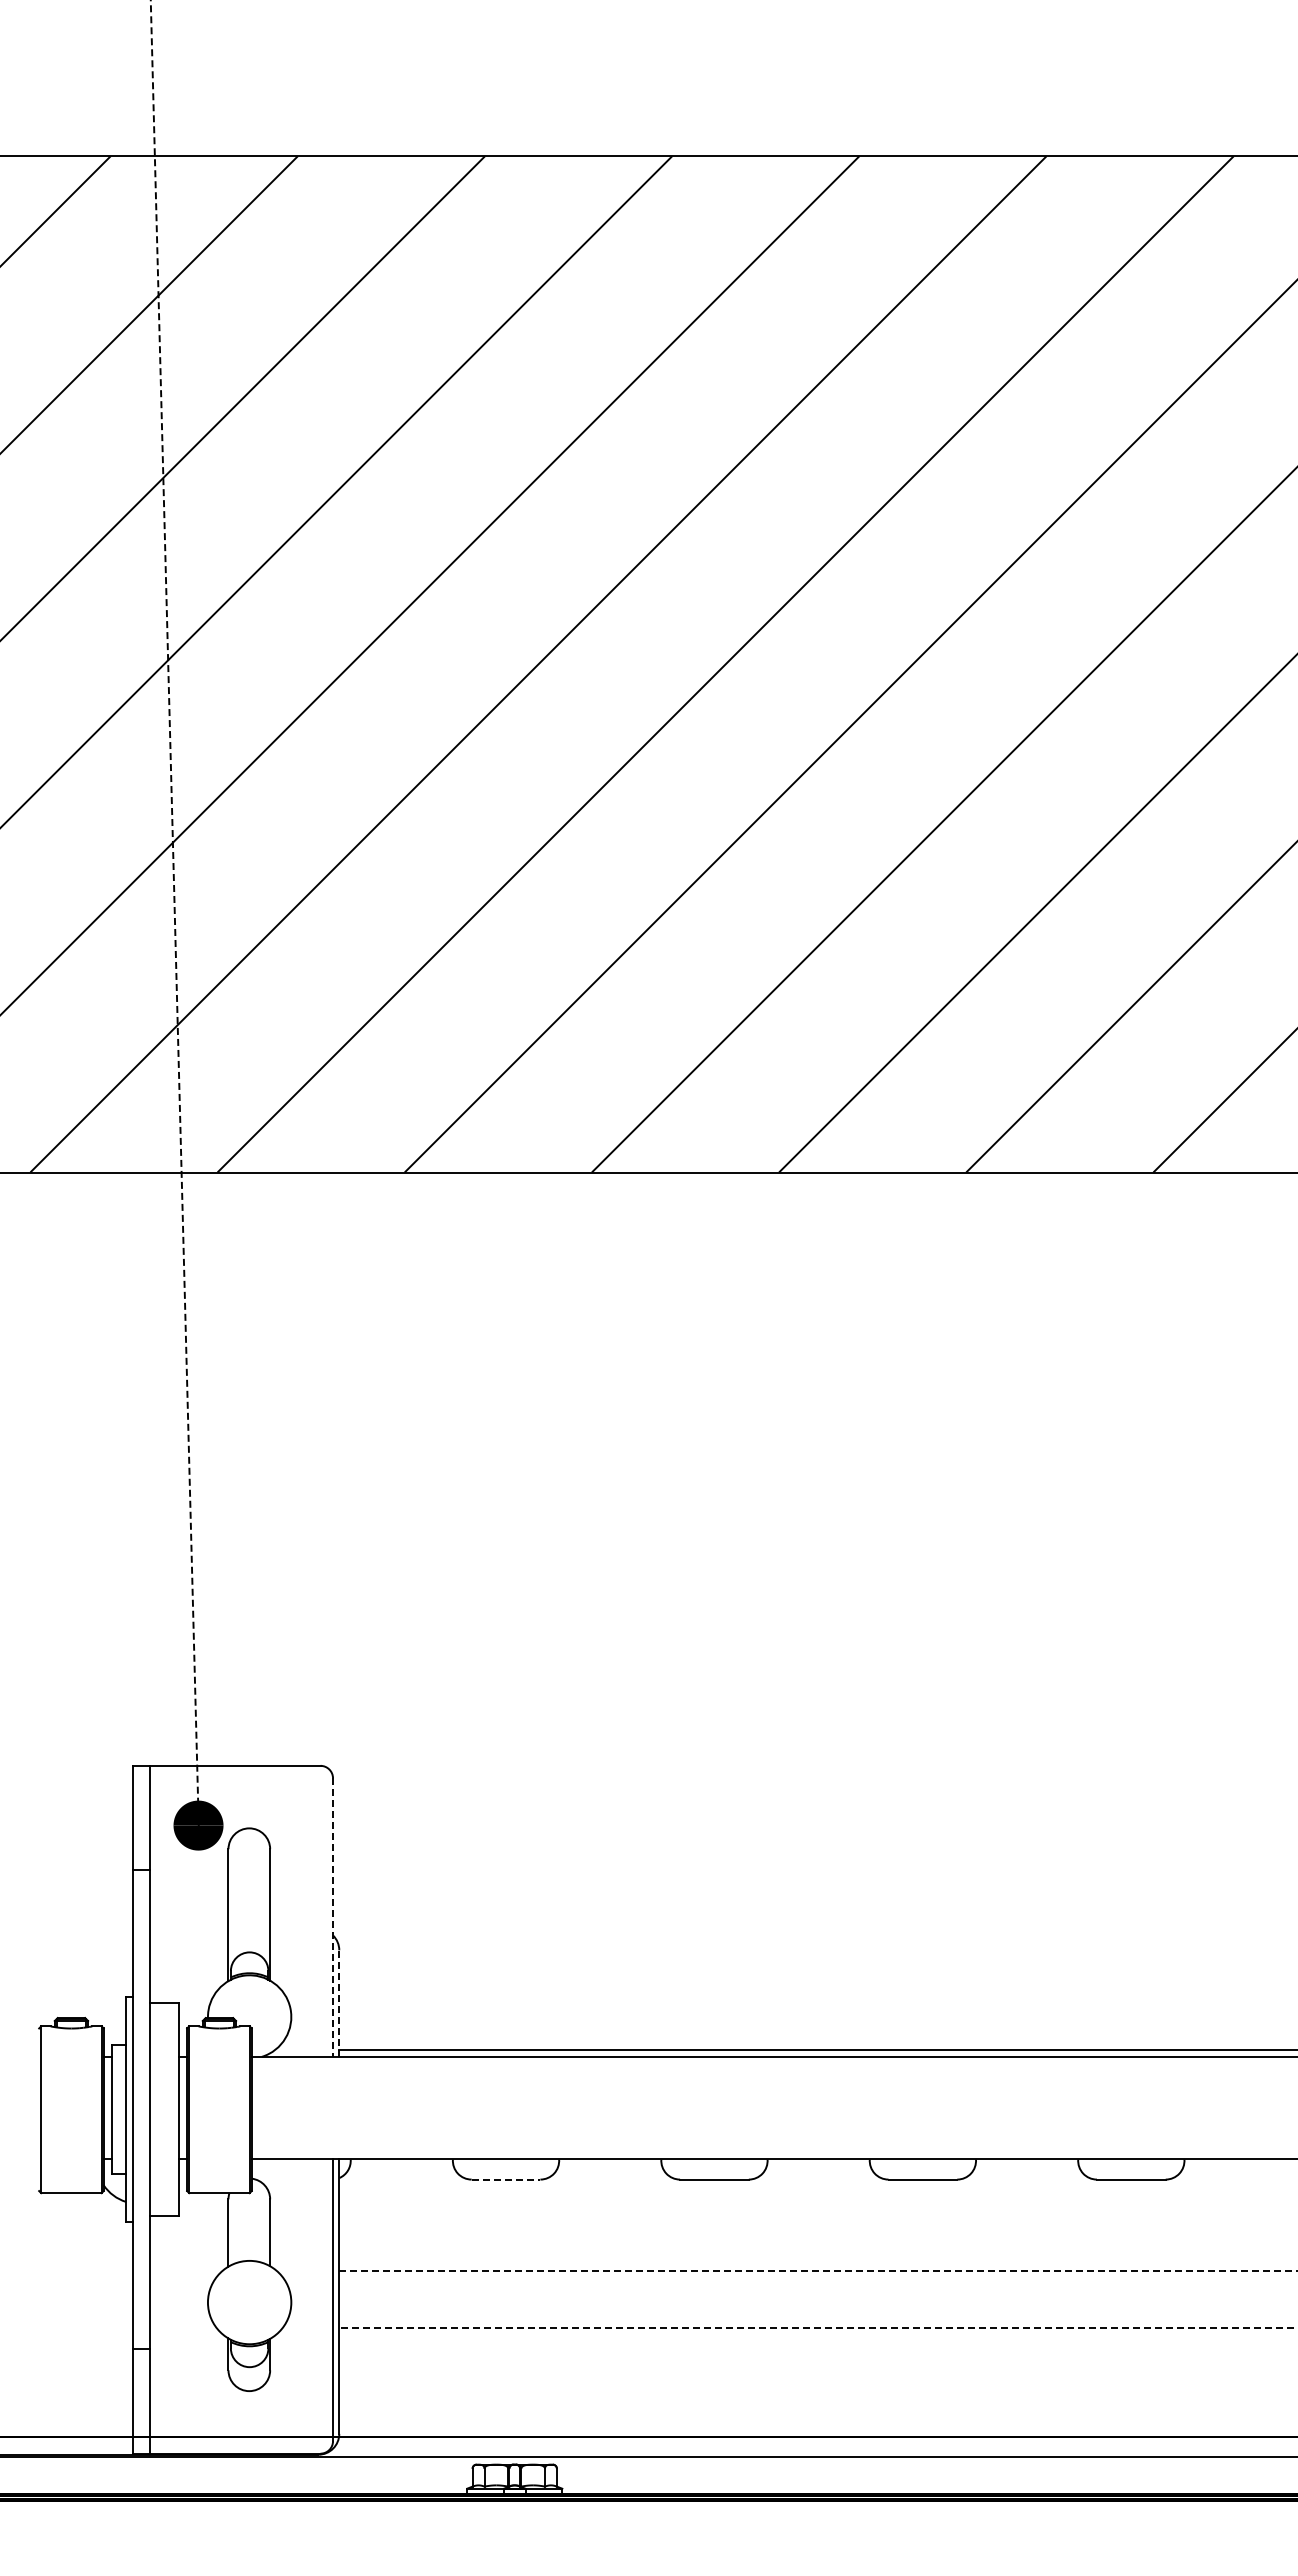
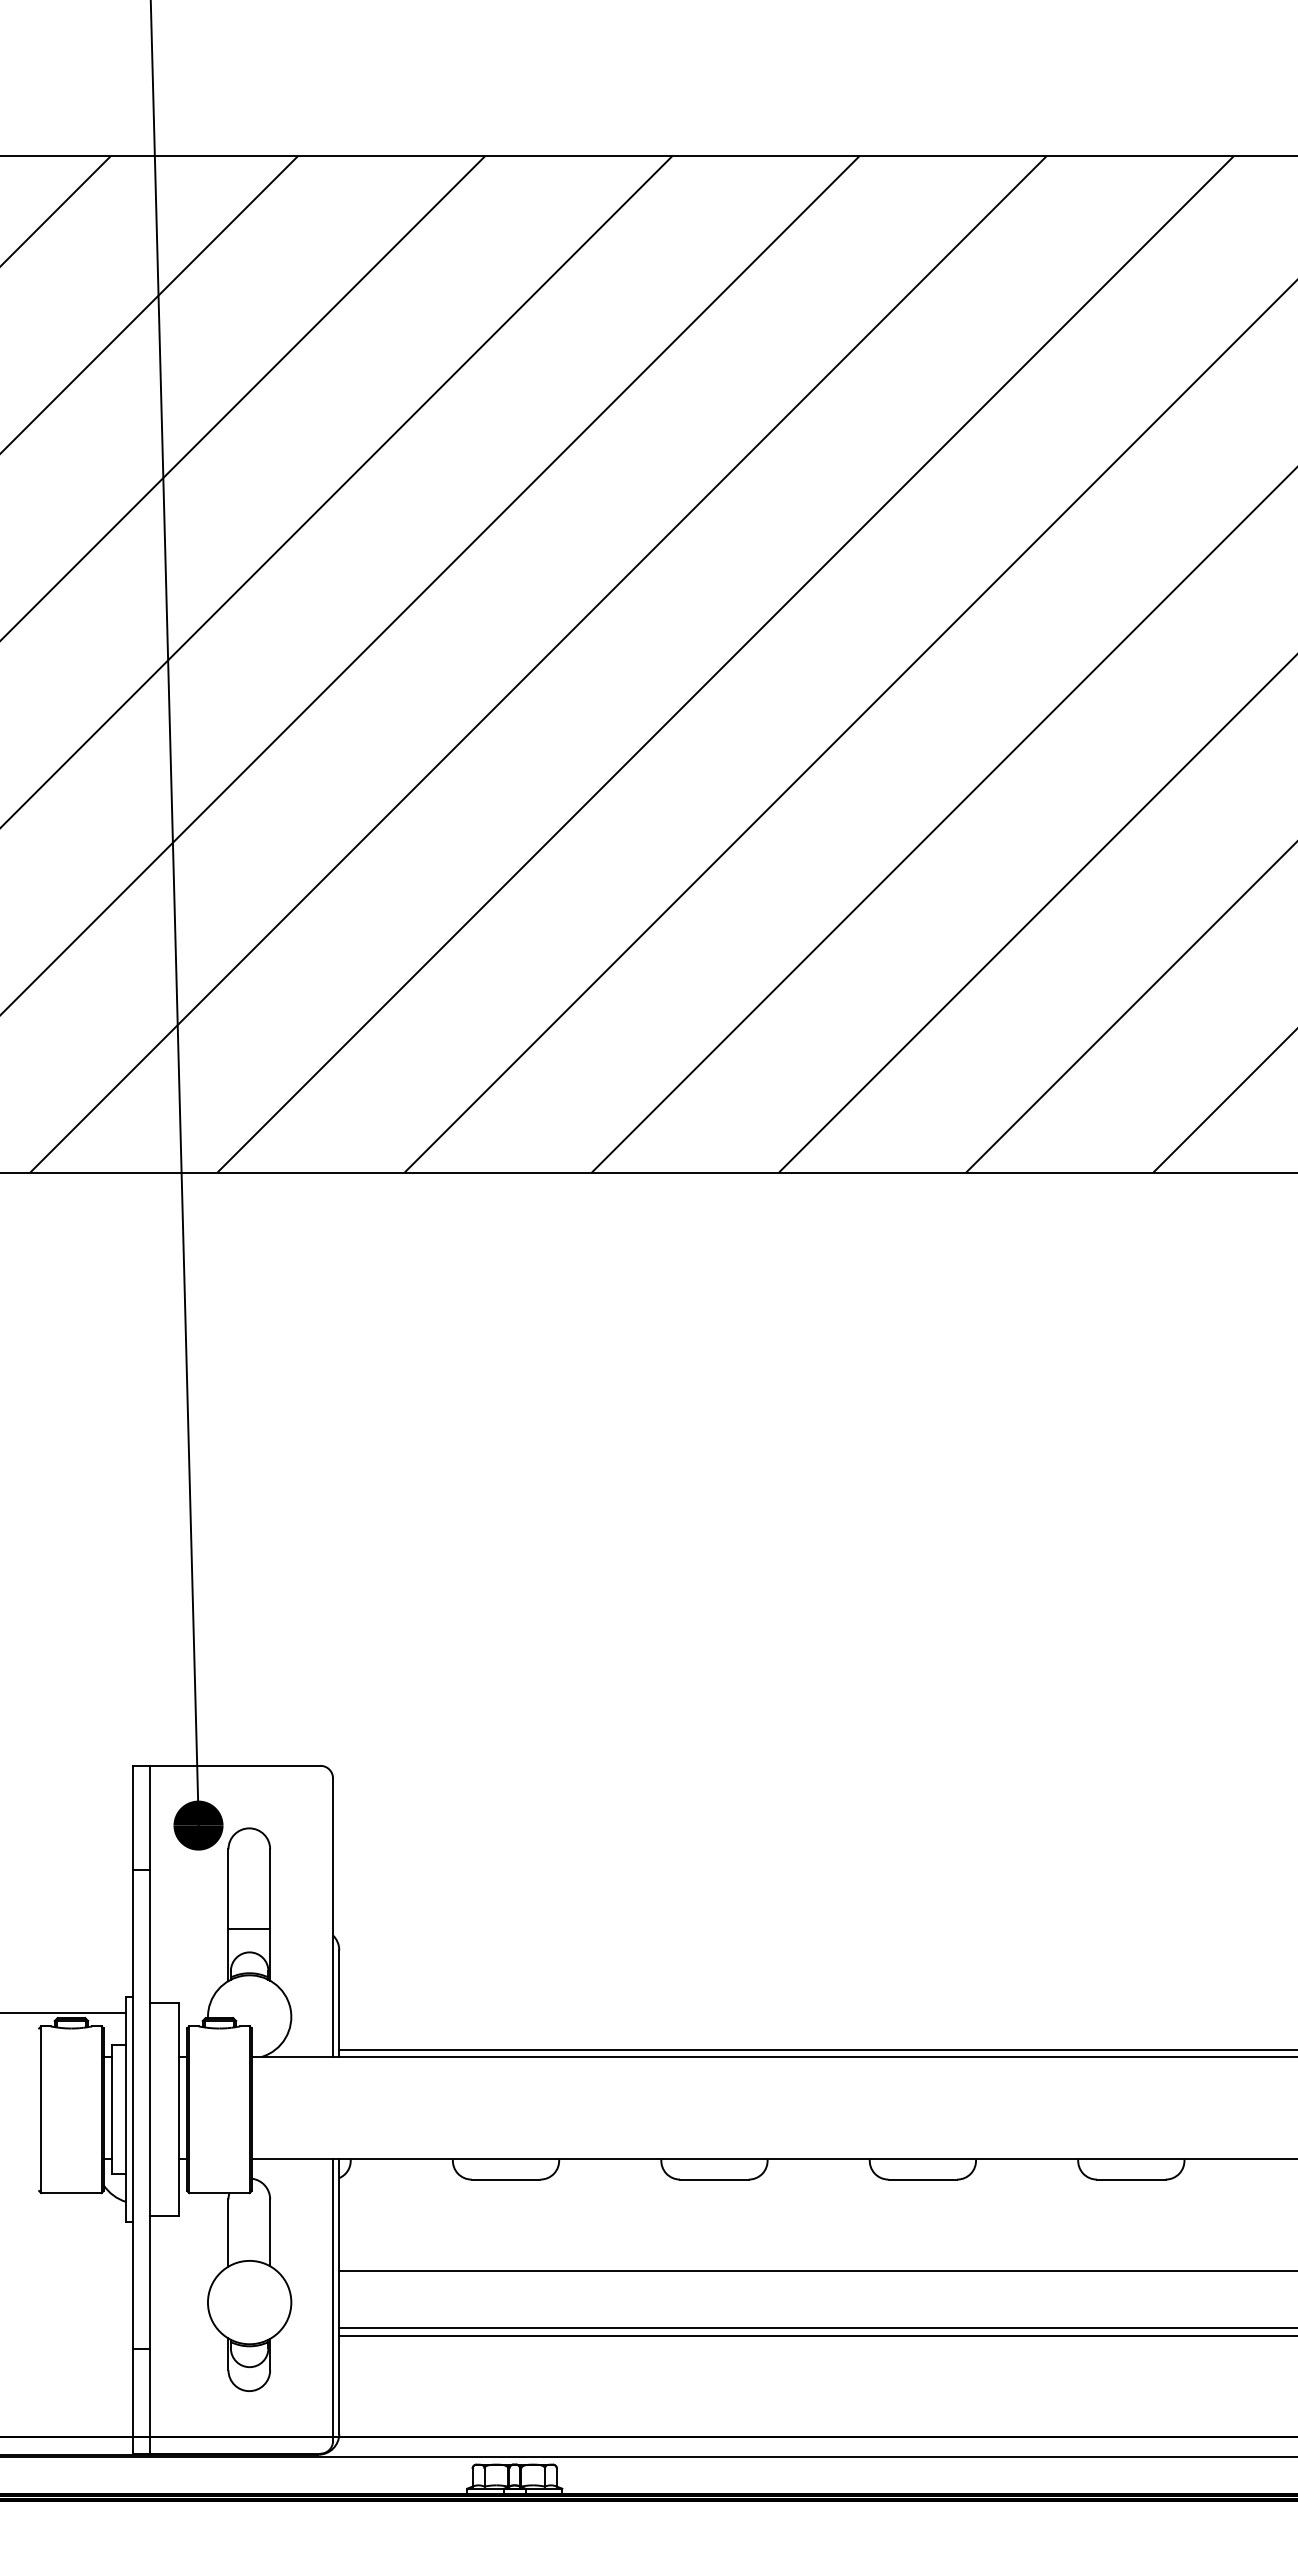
line at (174, 913): dashed -> solid
line at (333, 1918): dashed -> solid
line at (249, 1929): none -> present
line at (339, 2003): dashed -> solid
line at (64, 2012): none -> present
line at (506, 2179): dashed -> solid
line at (819, 2271): dashed -> solid
line at (818, 2327): dashed -> solid
line at (816, 2336): none -> present
